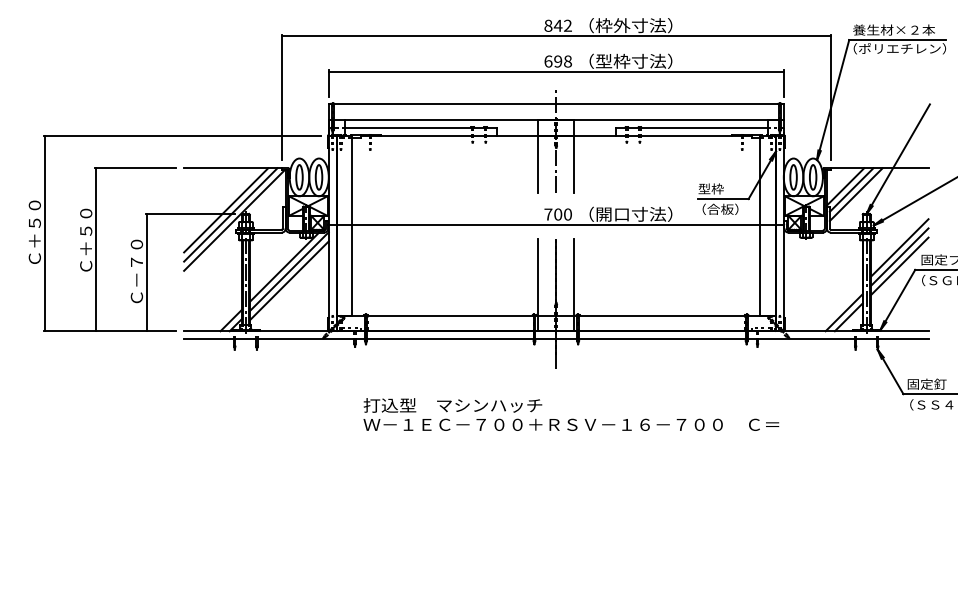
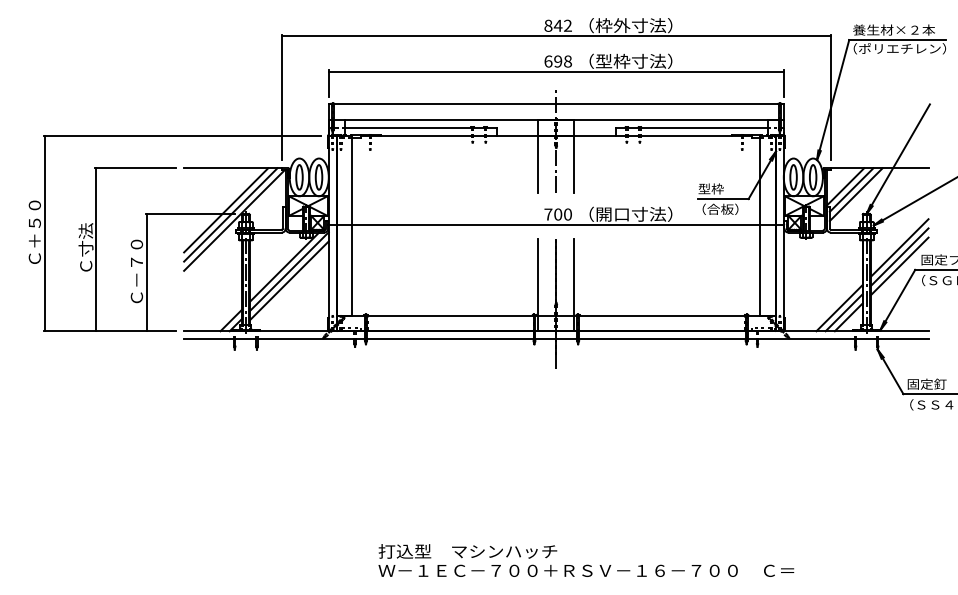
text at (85, 232): Ｃ＋５０ -> Ｃ寸法
line at (839, 307): none -> present
text at (571, 414) position: (571, 414) -> (586, 560)
